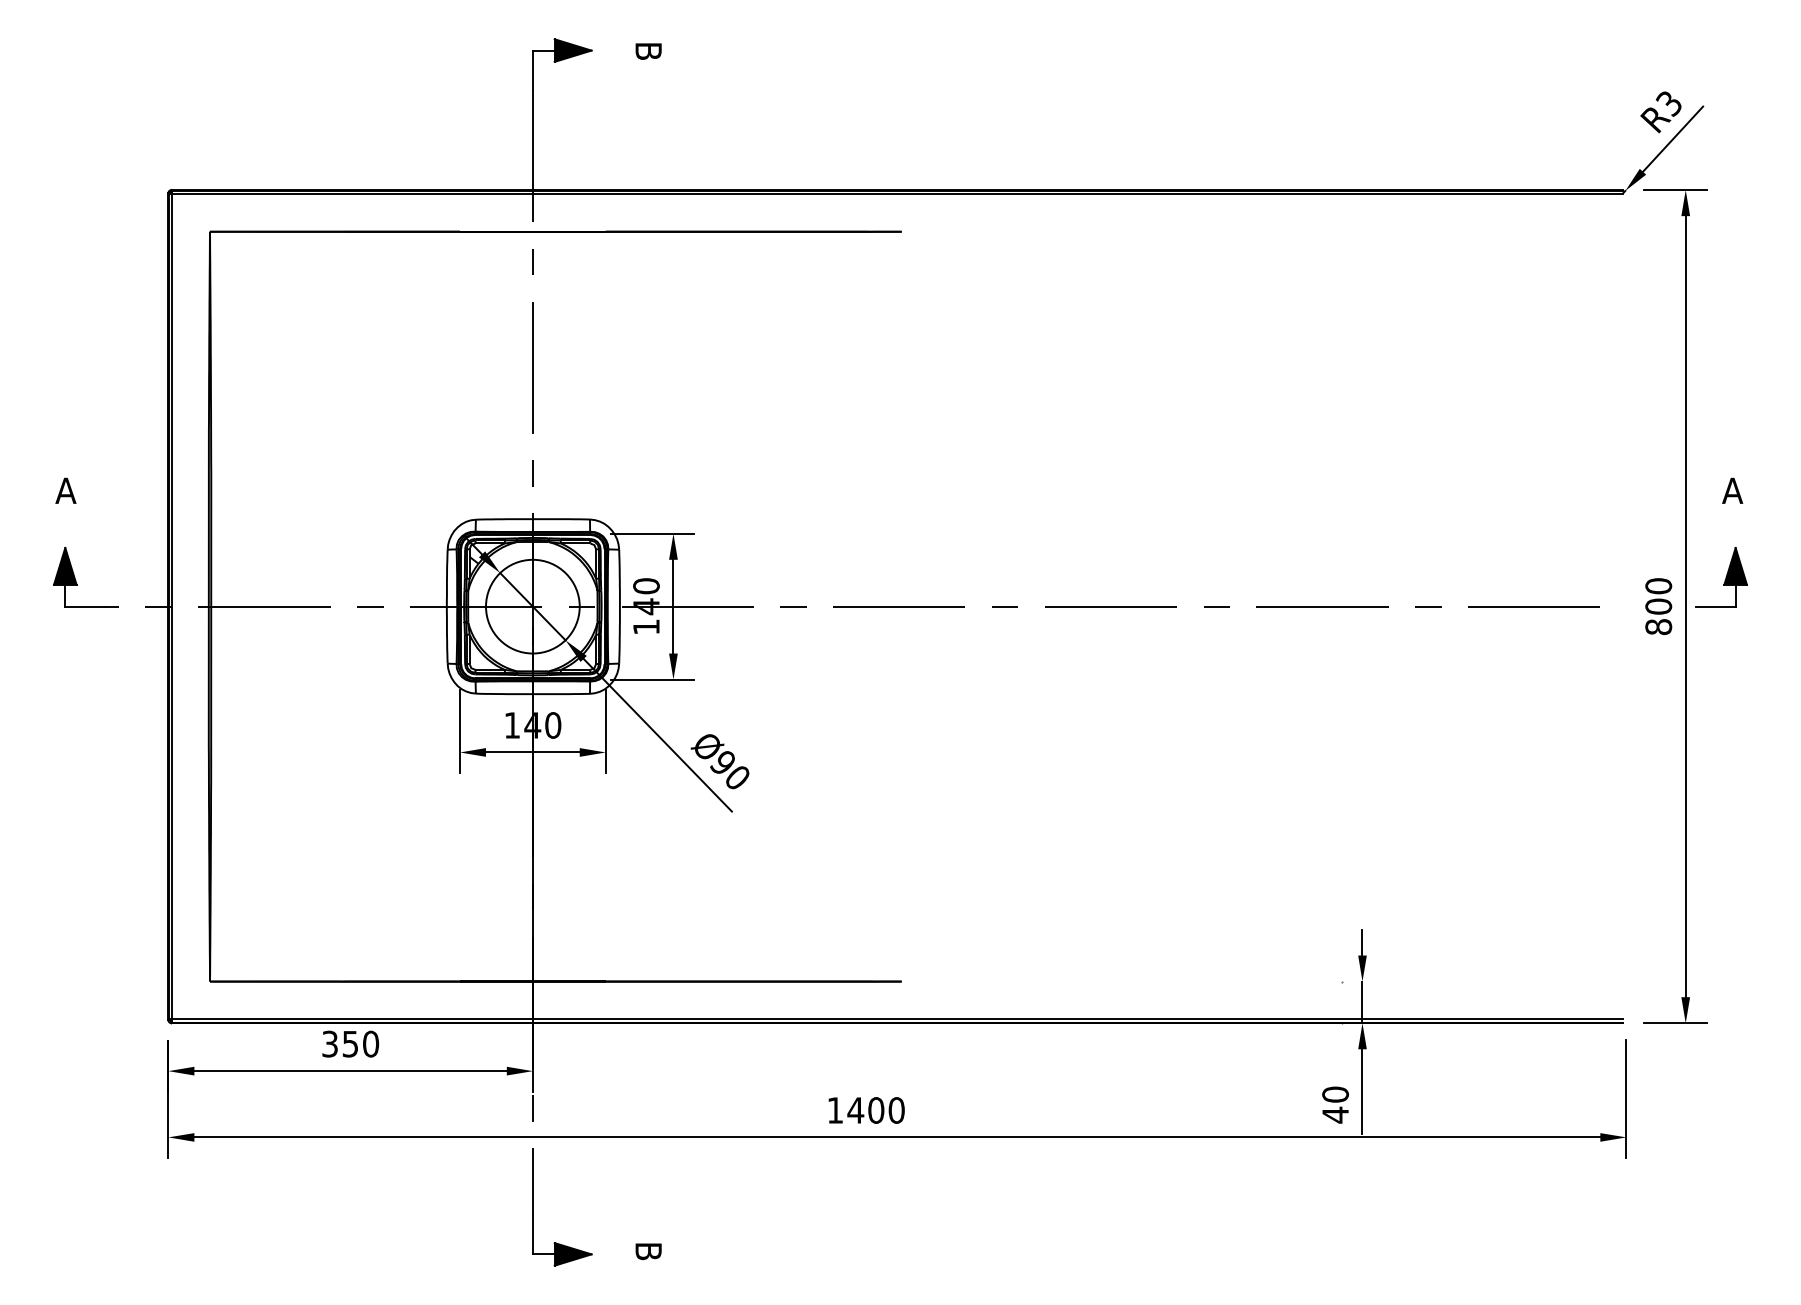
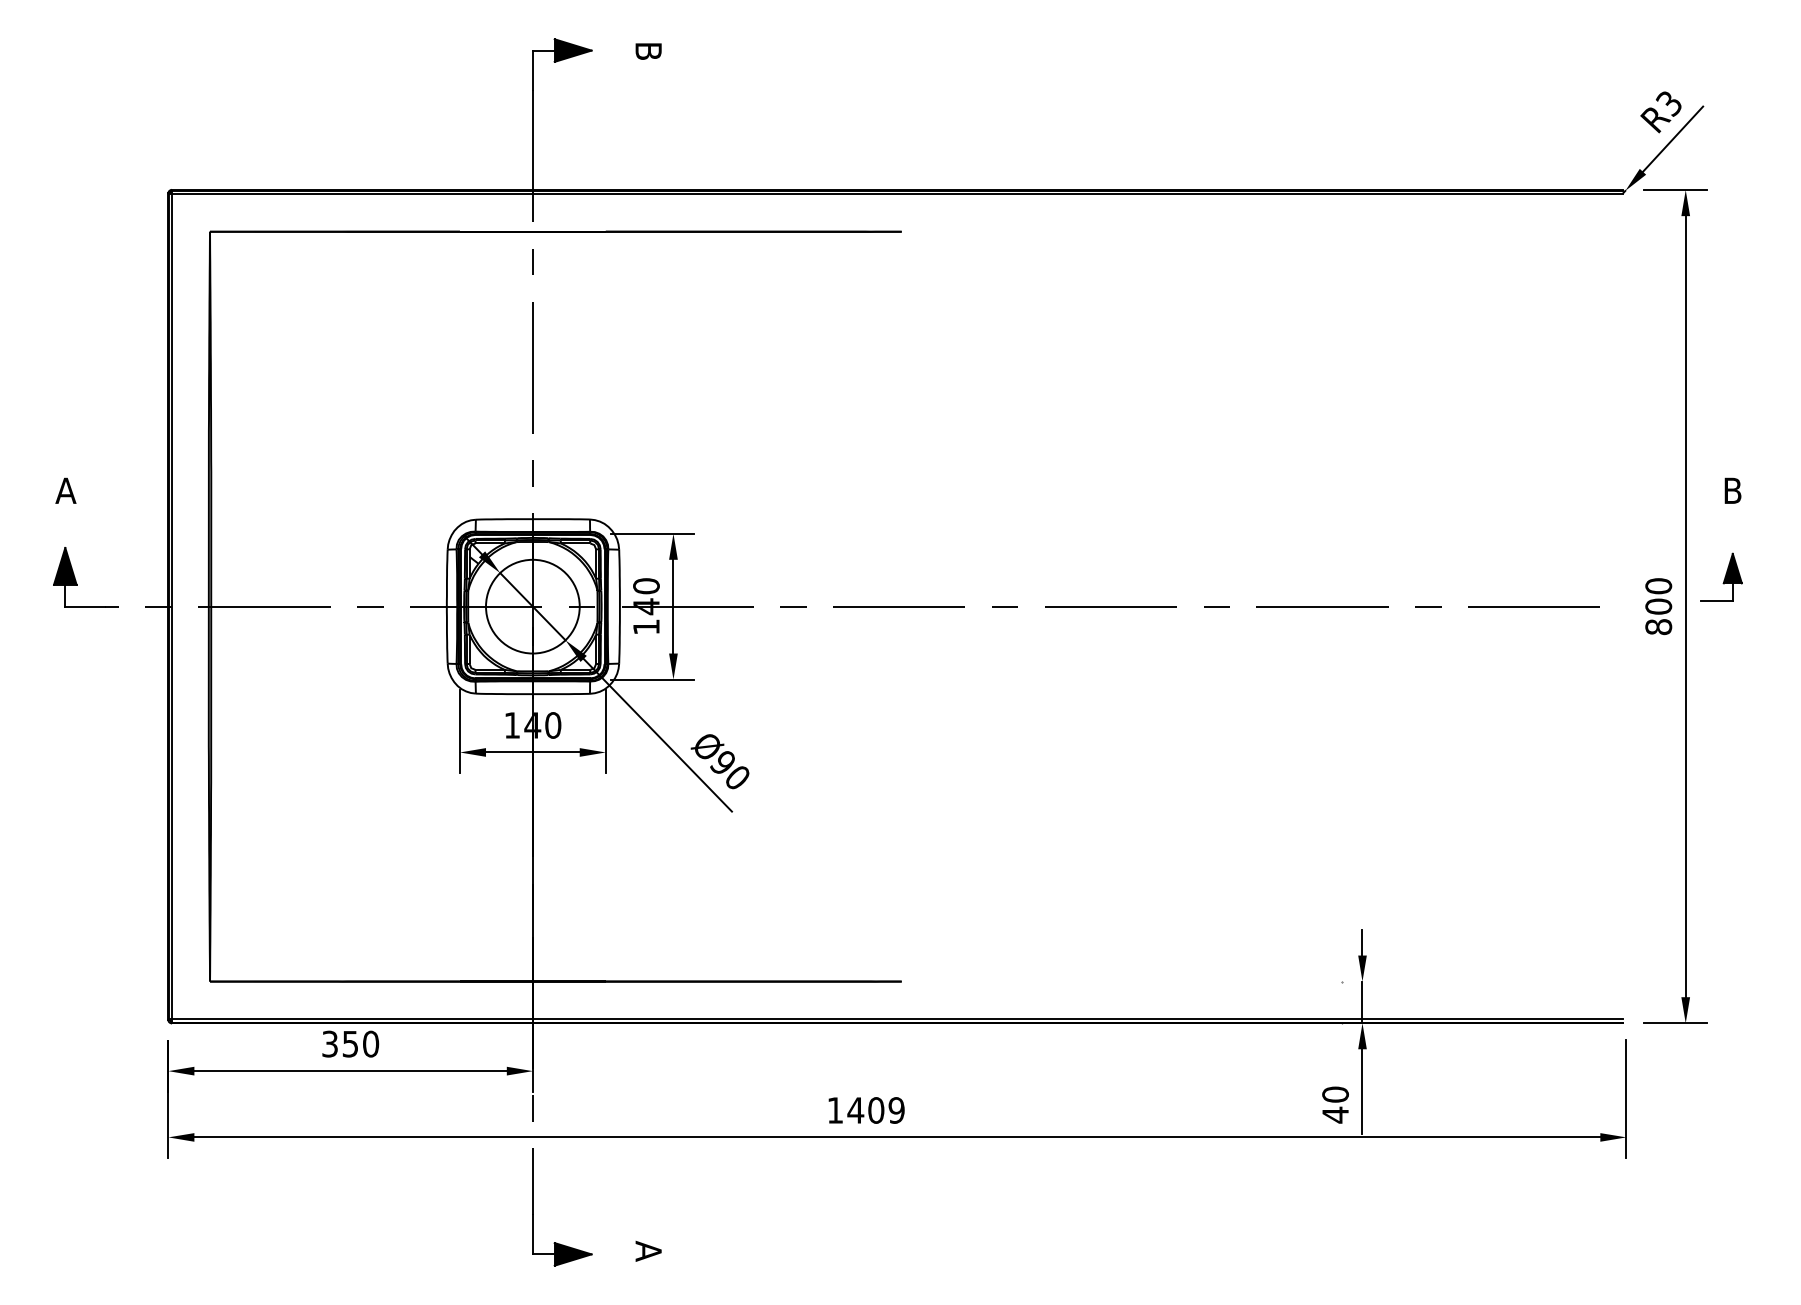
text at (1732, 490): A -> B
part at (1721, 577) size: 53x61 px -> 43x50 px
text at (896, 1110): 1400 -> 1409
text at (648, 1250): B -> A
